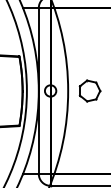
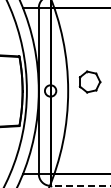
part at (89, 90) position: (89, 90) -> (89, 81)
line at (80, 185): solid -> dashed
